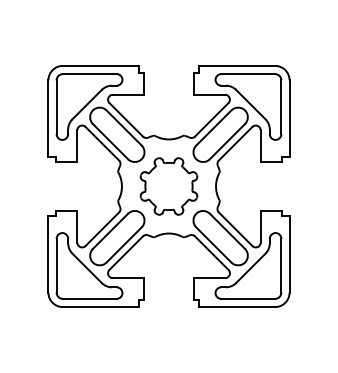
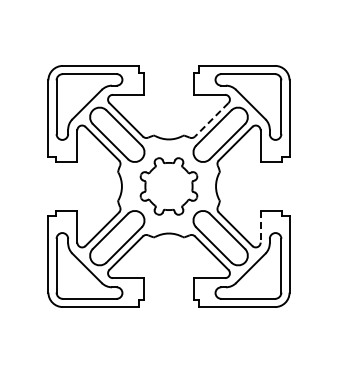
line at (211, 119): solid -> dashed
line at (260, 226): solid -> dashed
